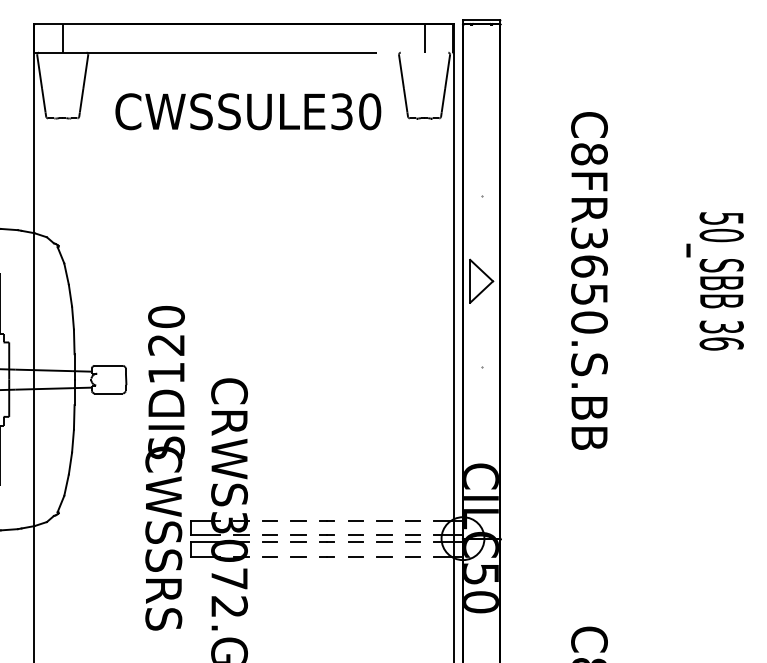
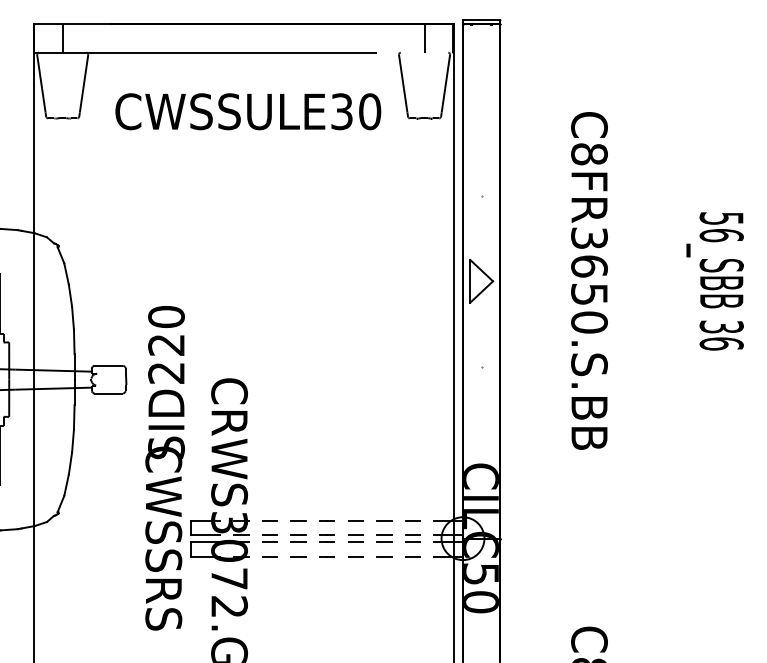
text at (721, 235): 50_SBB -> 56_SBB
text at (166, 373): SID120 -> SID220
